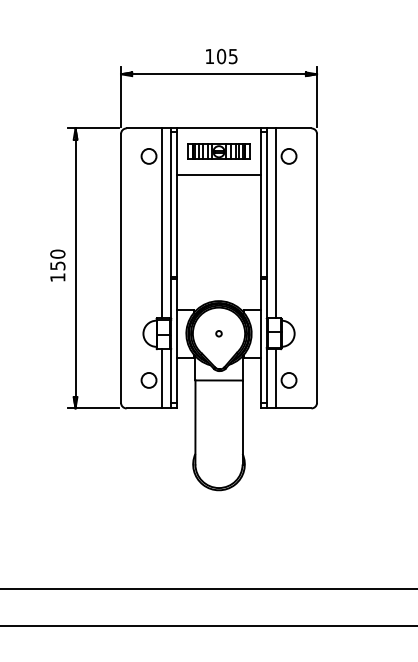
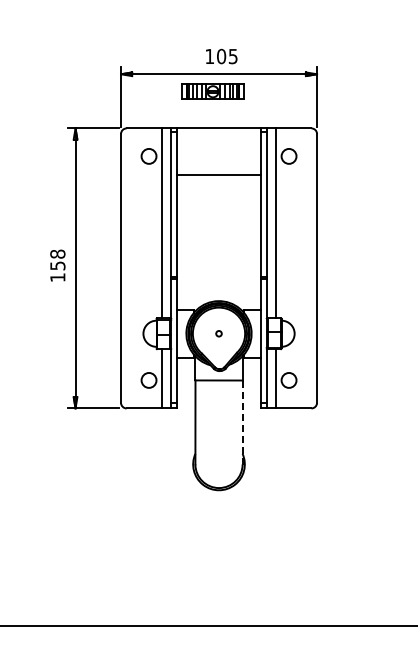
part at (218, 151) position: (218, 151) -> (212, 91)
text at (57, 253): 150 -> 158
line at (242, 422): solid -> dashed
line at (208, 588): present -> none
